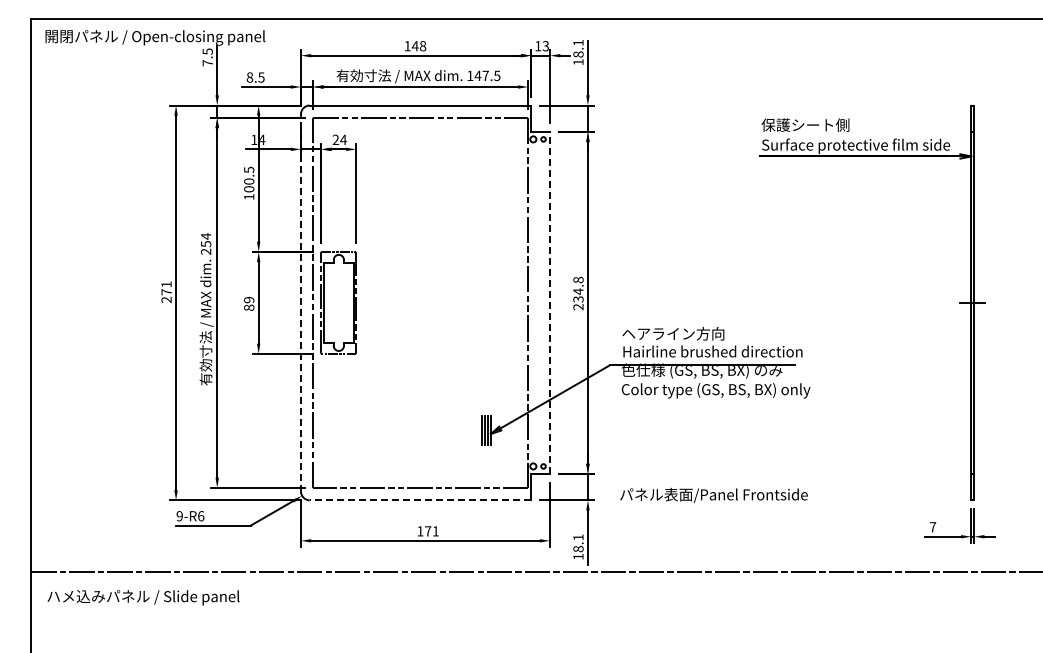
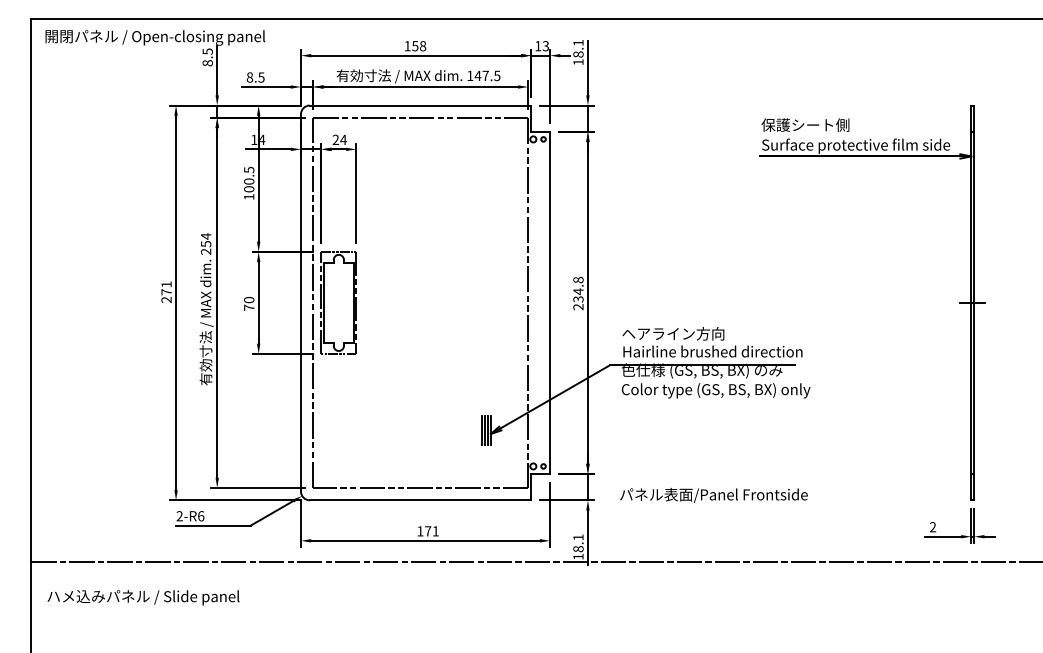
text at (415, 46): 148 -> 158
text at (207, 63): 7.5 -> 8.5
line at (300, 302): dashed -> solid
line at (550, 302): dashed -> solid
text at (249, 303): 89 -> 70
line at (420, 500): dashed -> solid
text at (179, 516): 9-R6 -> 2-R6
text at (932, 527): 7 -> 2
line at (535, 572) position: (535, 572) -> (535, 562)
